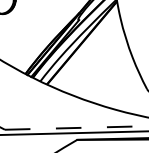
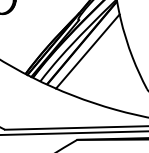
line at (87, 51): none -> present
line at (76, 127): dashed -> solid
